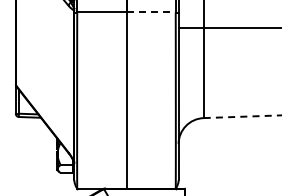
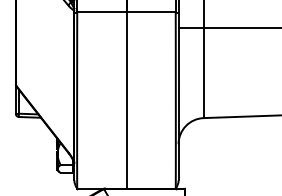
line at (151, 12): dashed -> solid
line at (242, 116): dashed -> solid
